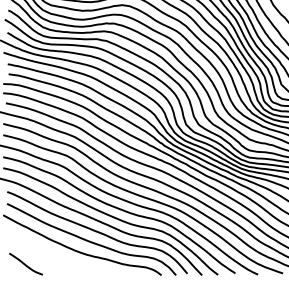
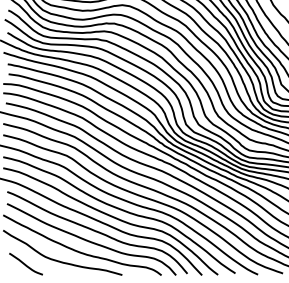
curve at (59, 260): none -> present
